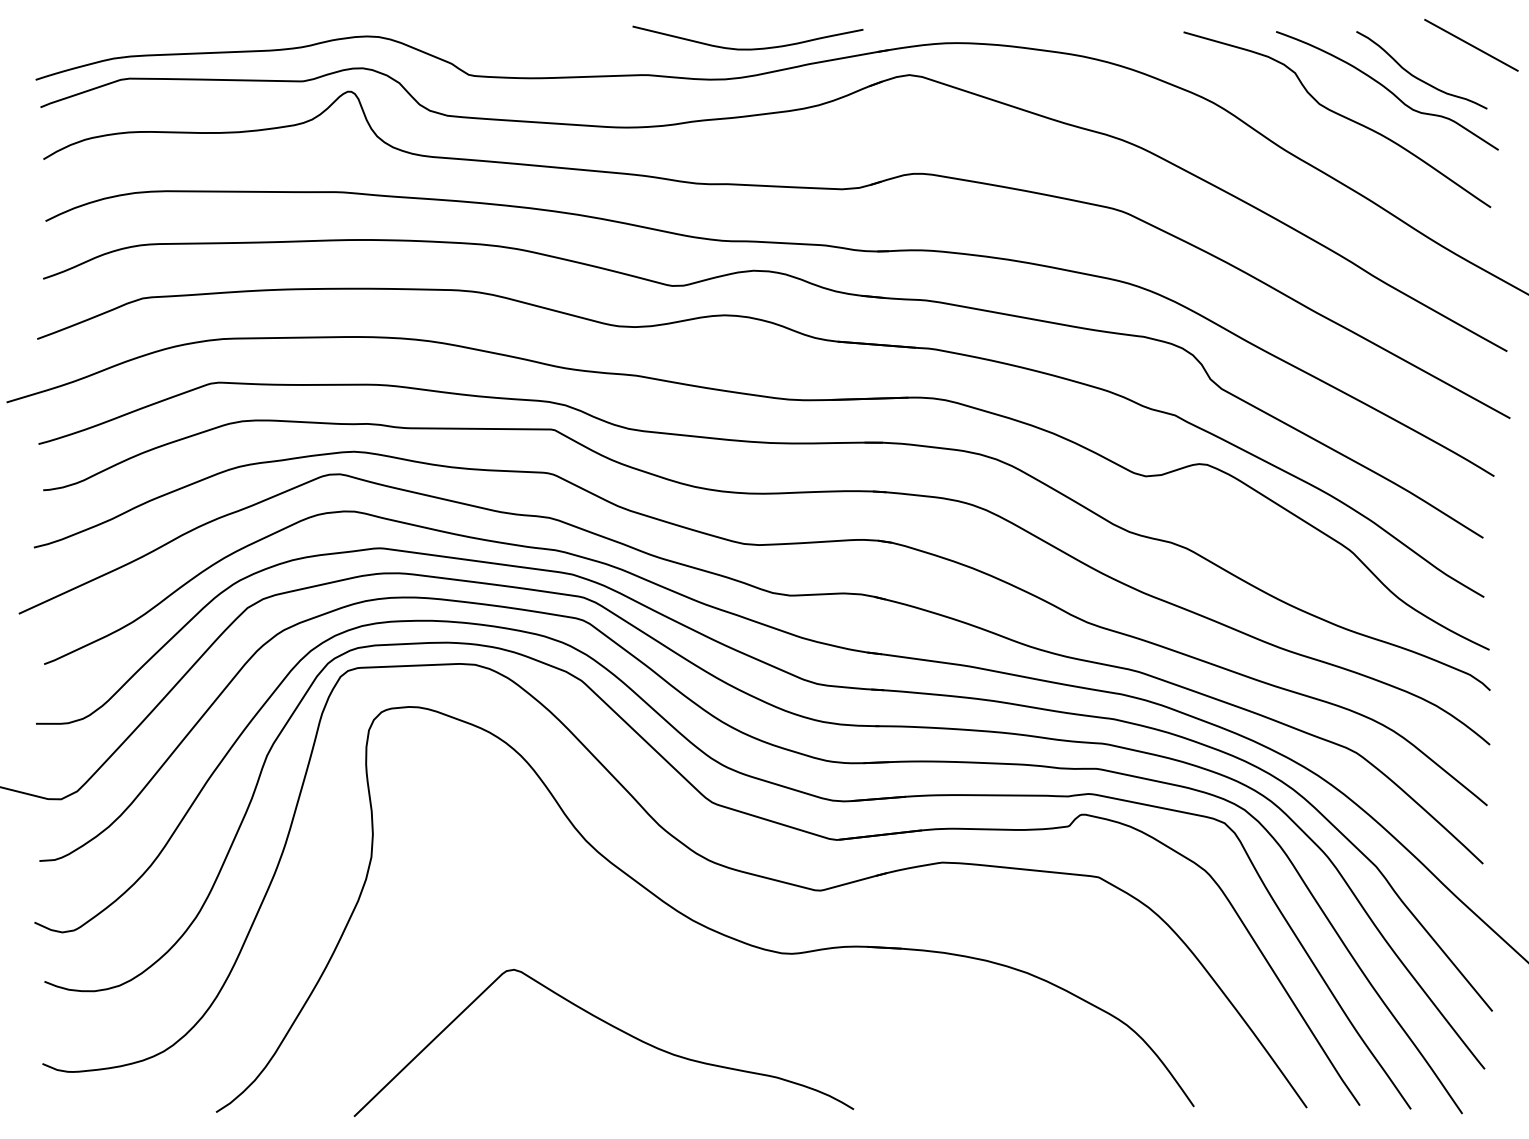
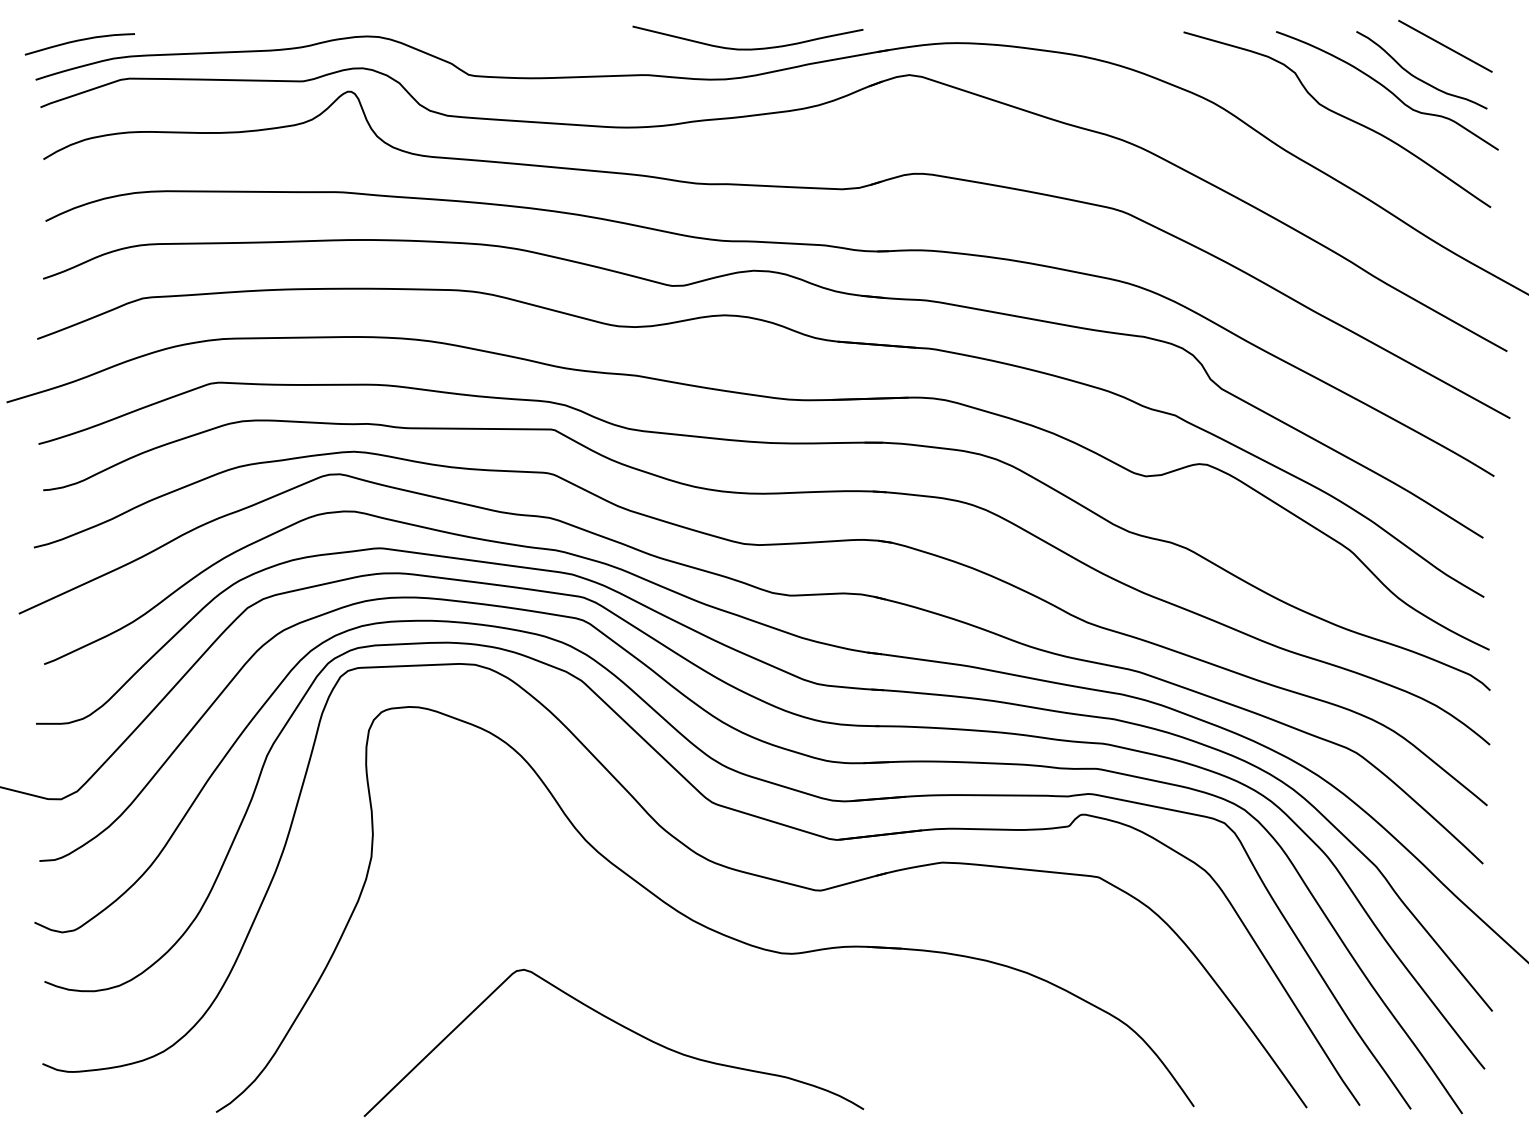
curve at (79, 41): none -> present
line at (1471, 45) position: (1471, 45) -> (1445, 46)
curve at (614, 1028) position: (614, 1028) -> (624, 1028)
